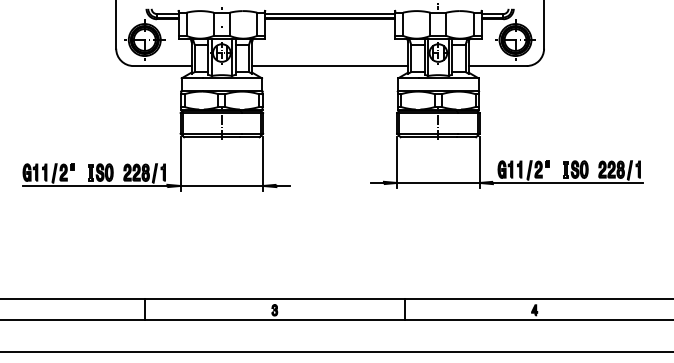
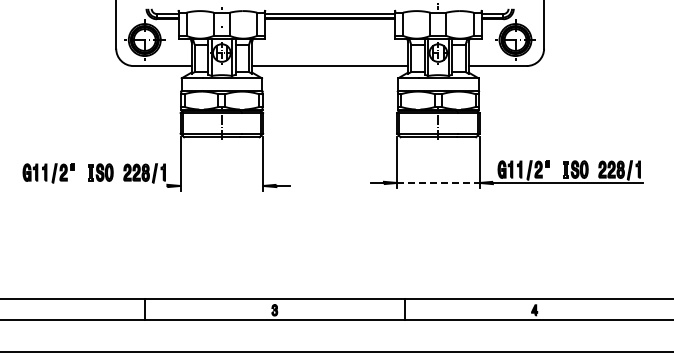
line at (438, 182): solid -> dashed
line at (95, 185): present -> none
line at (221, 185): present -> none
